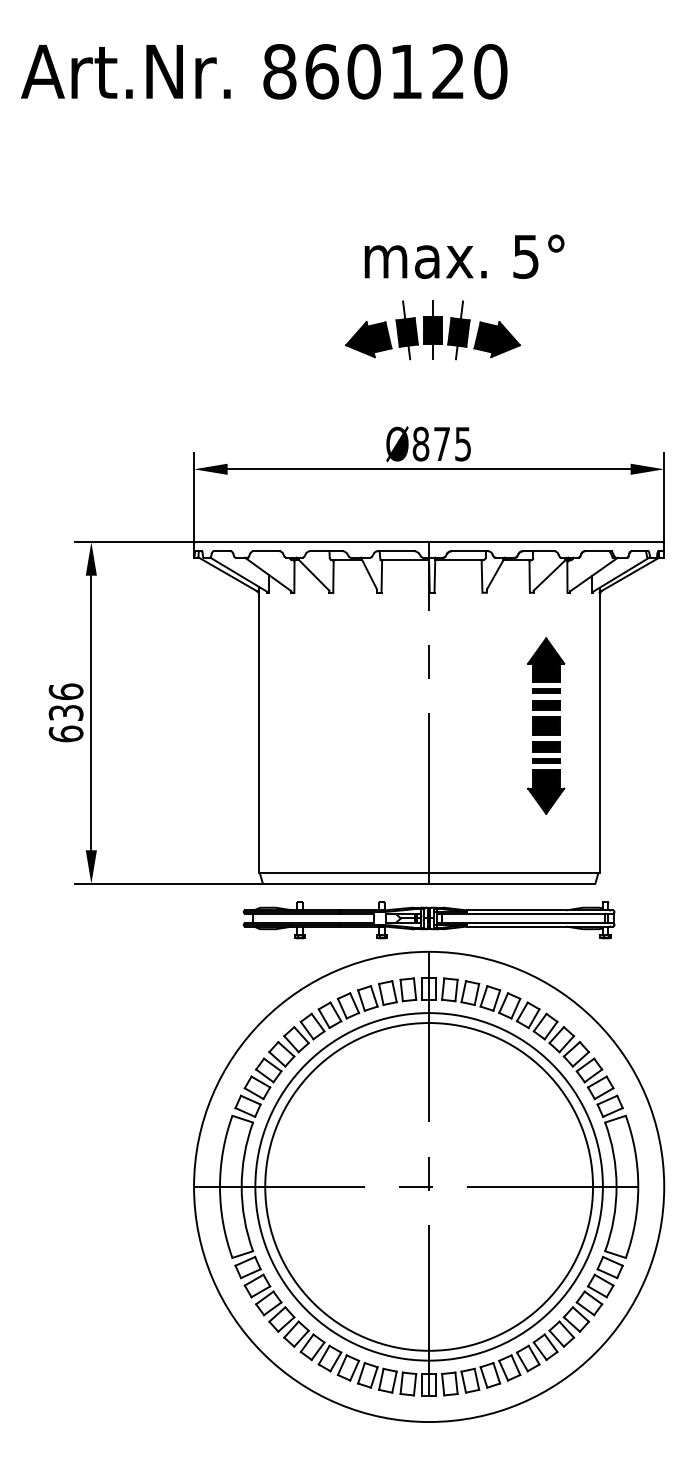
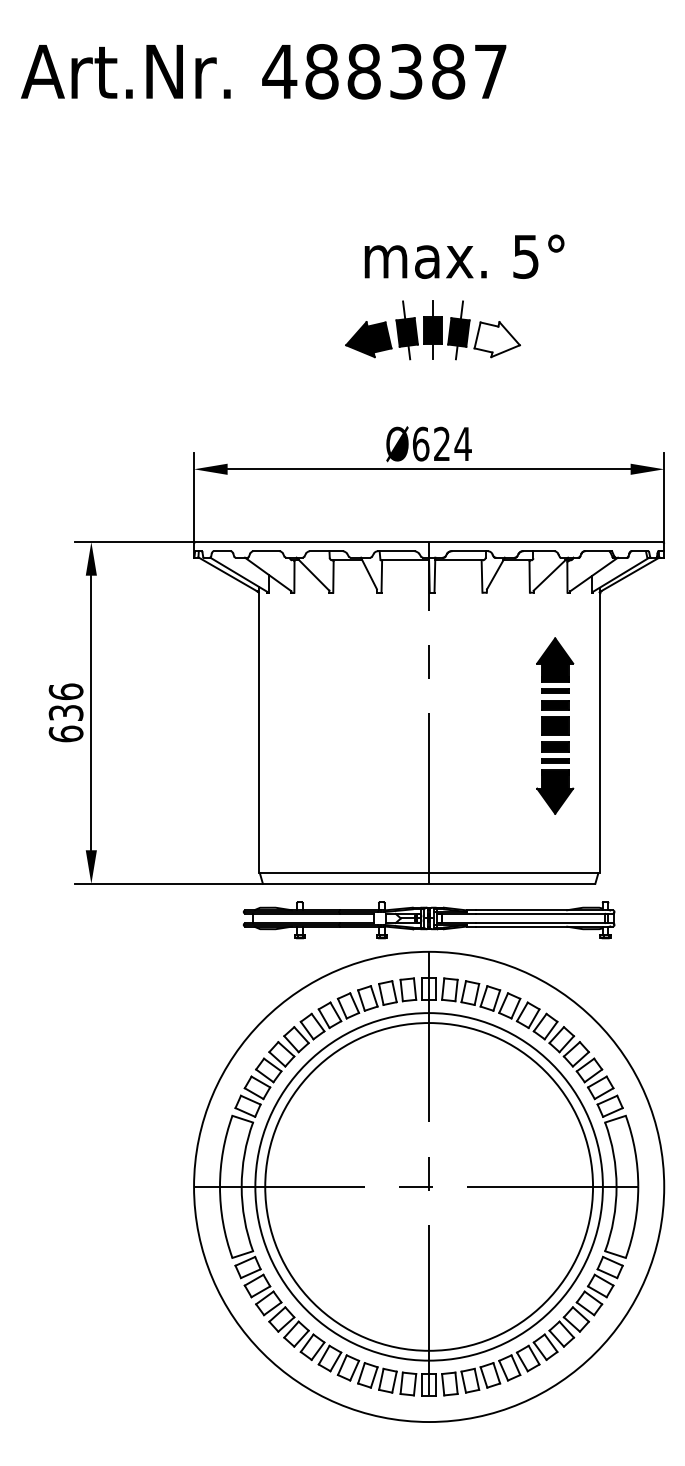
text at (384, 71): 860120 -> 488387
fill at (496, 339): present -> none
text at (441, 443): Ø875 -> Ø624
part at (546, 725) position: (546, 725) -> (555, 725)
